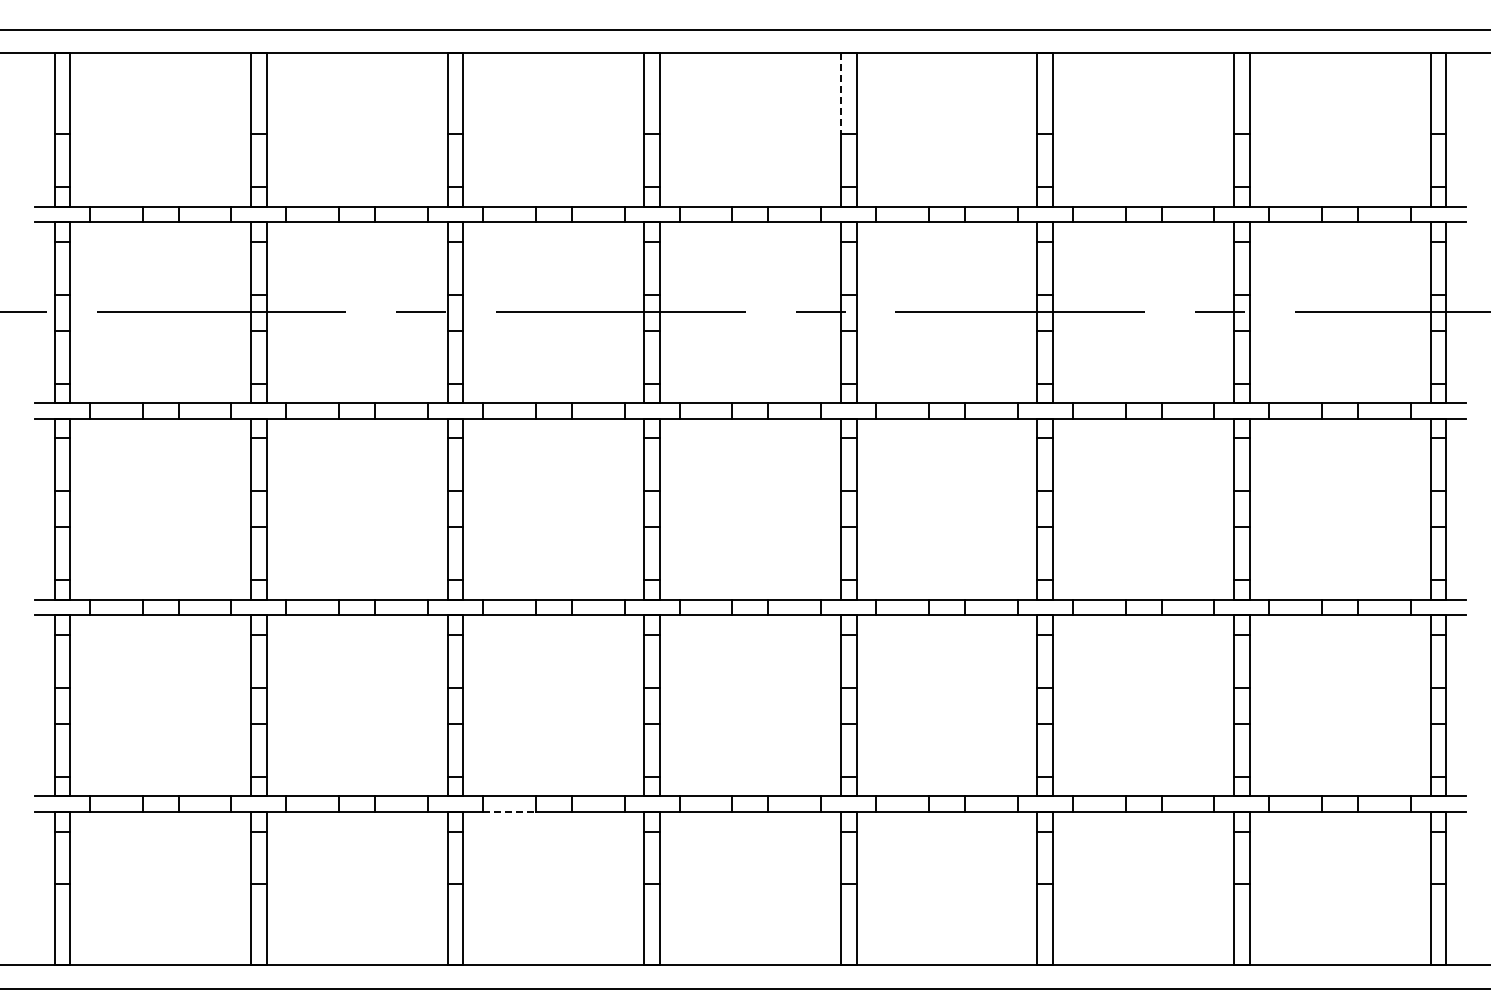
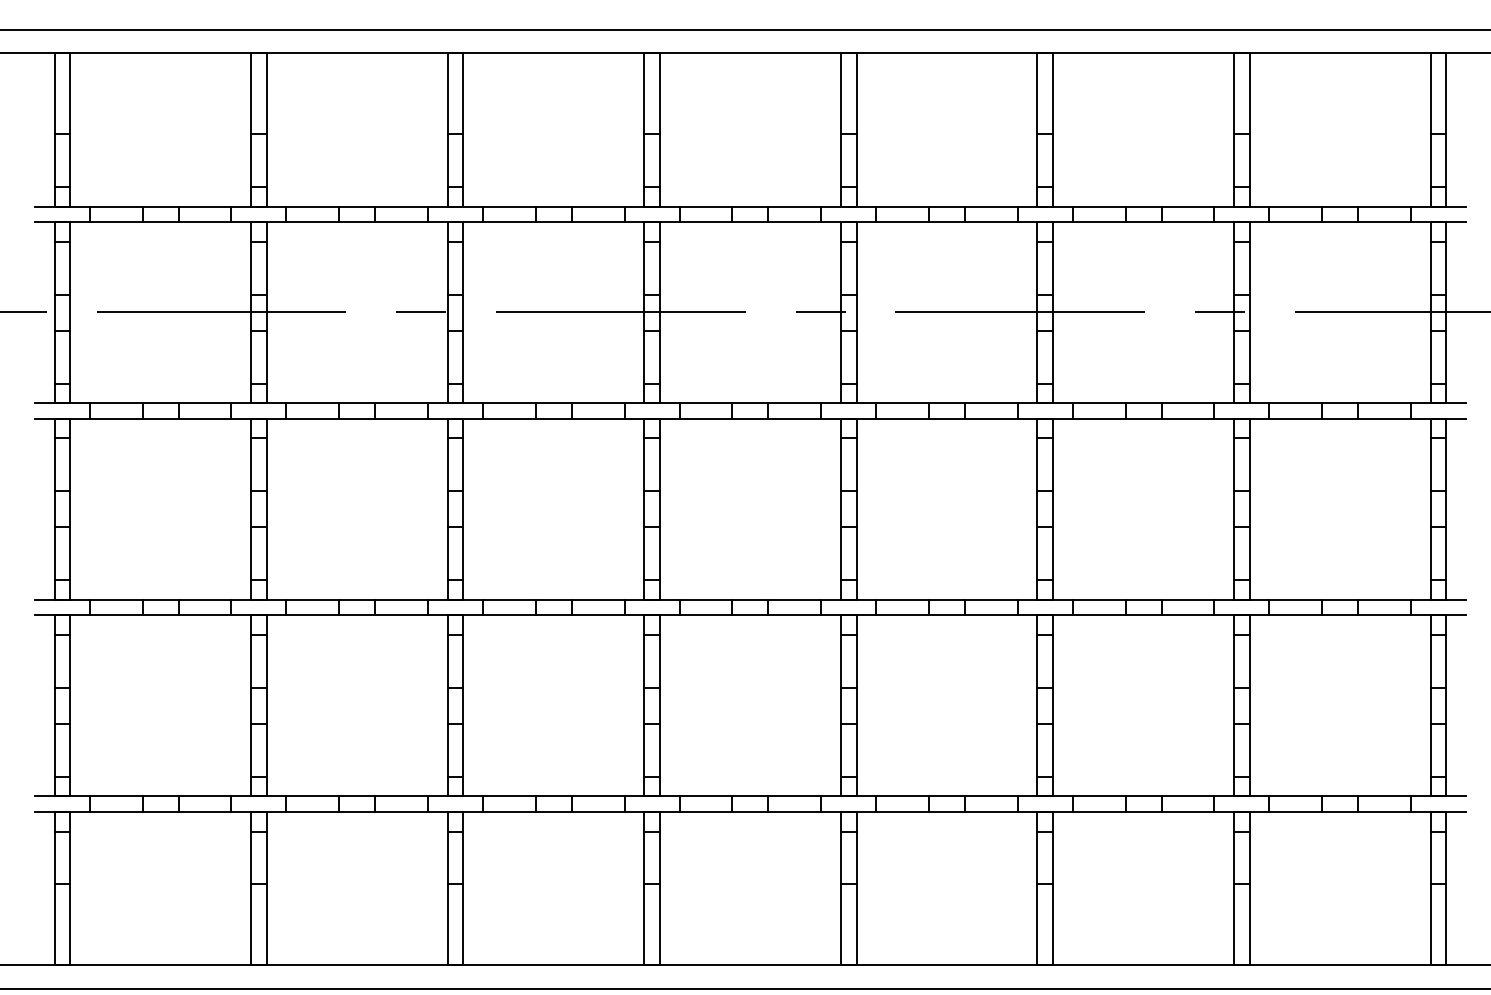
line at (840, 94): dashed -> solid
line at (509, 812): dashed -> solid
